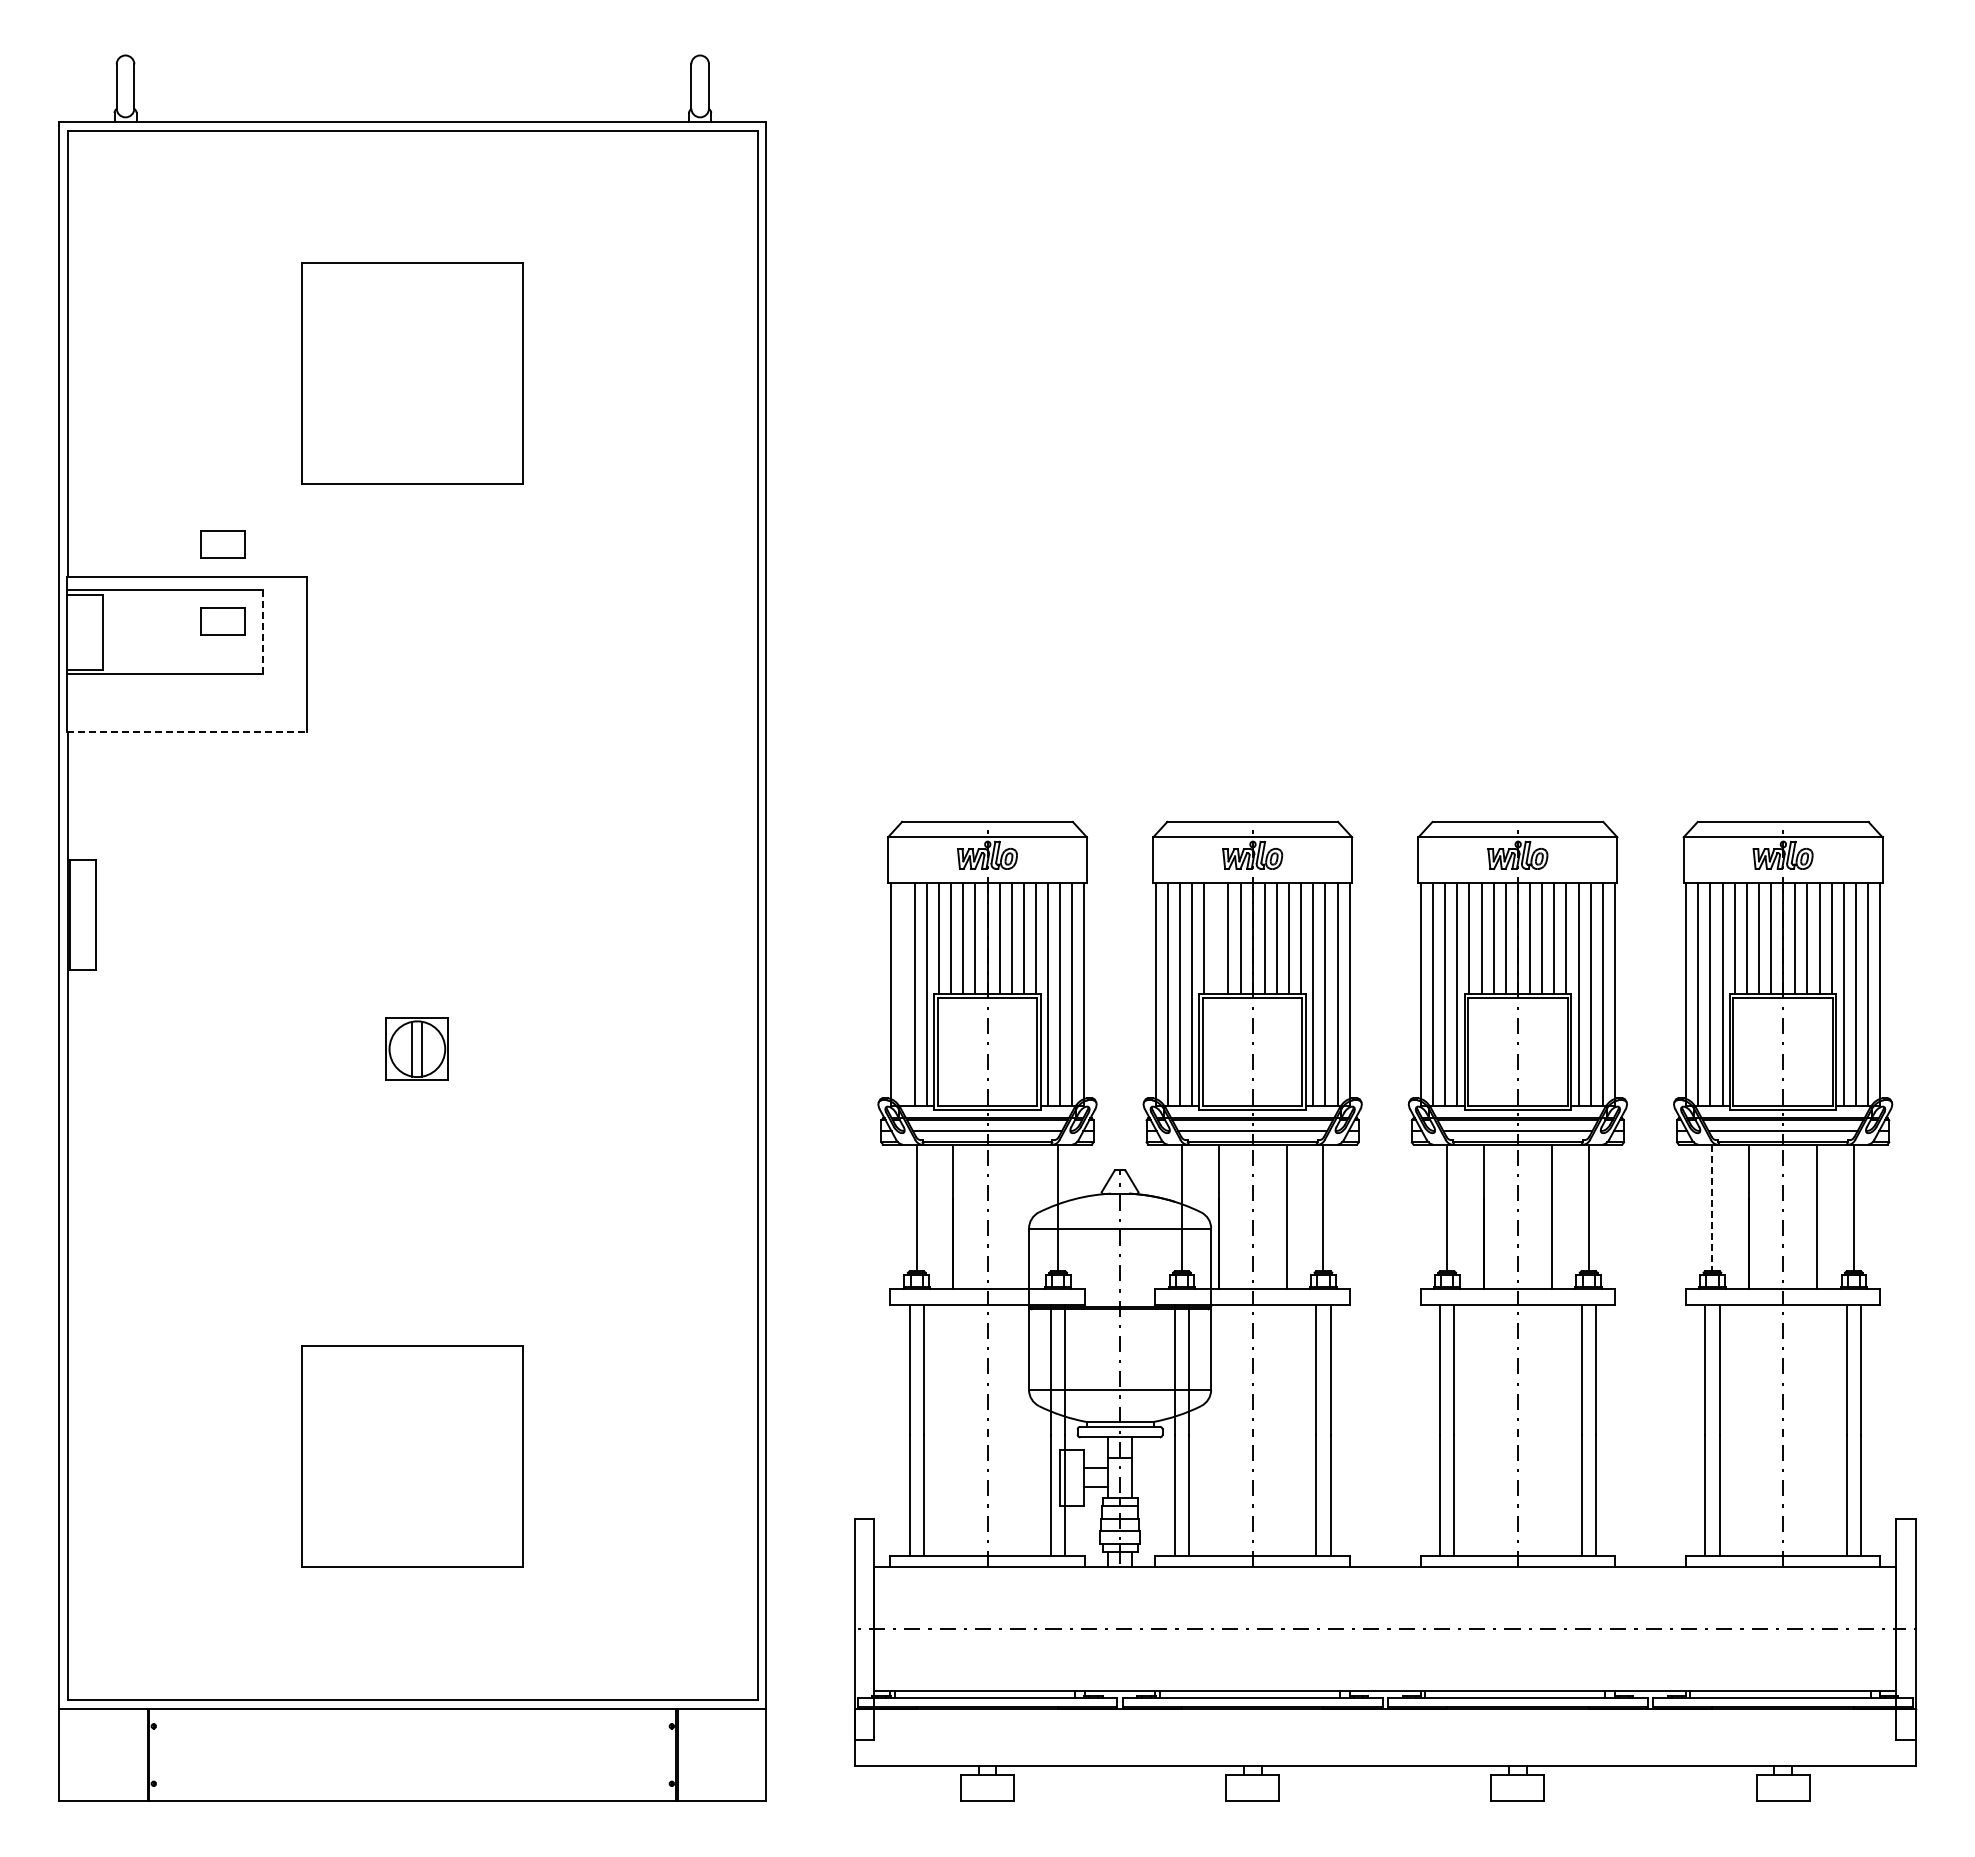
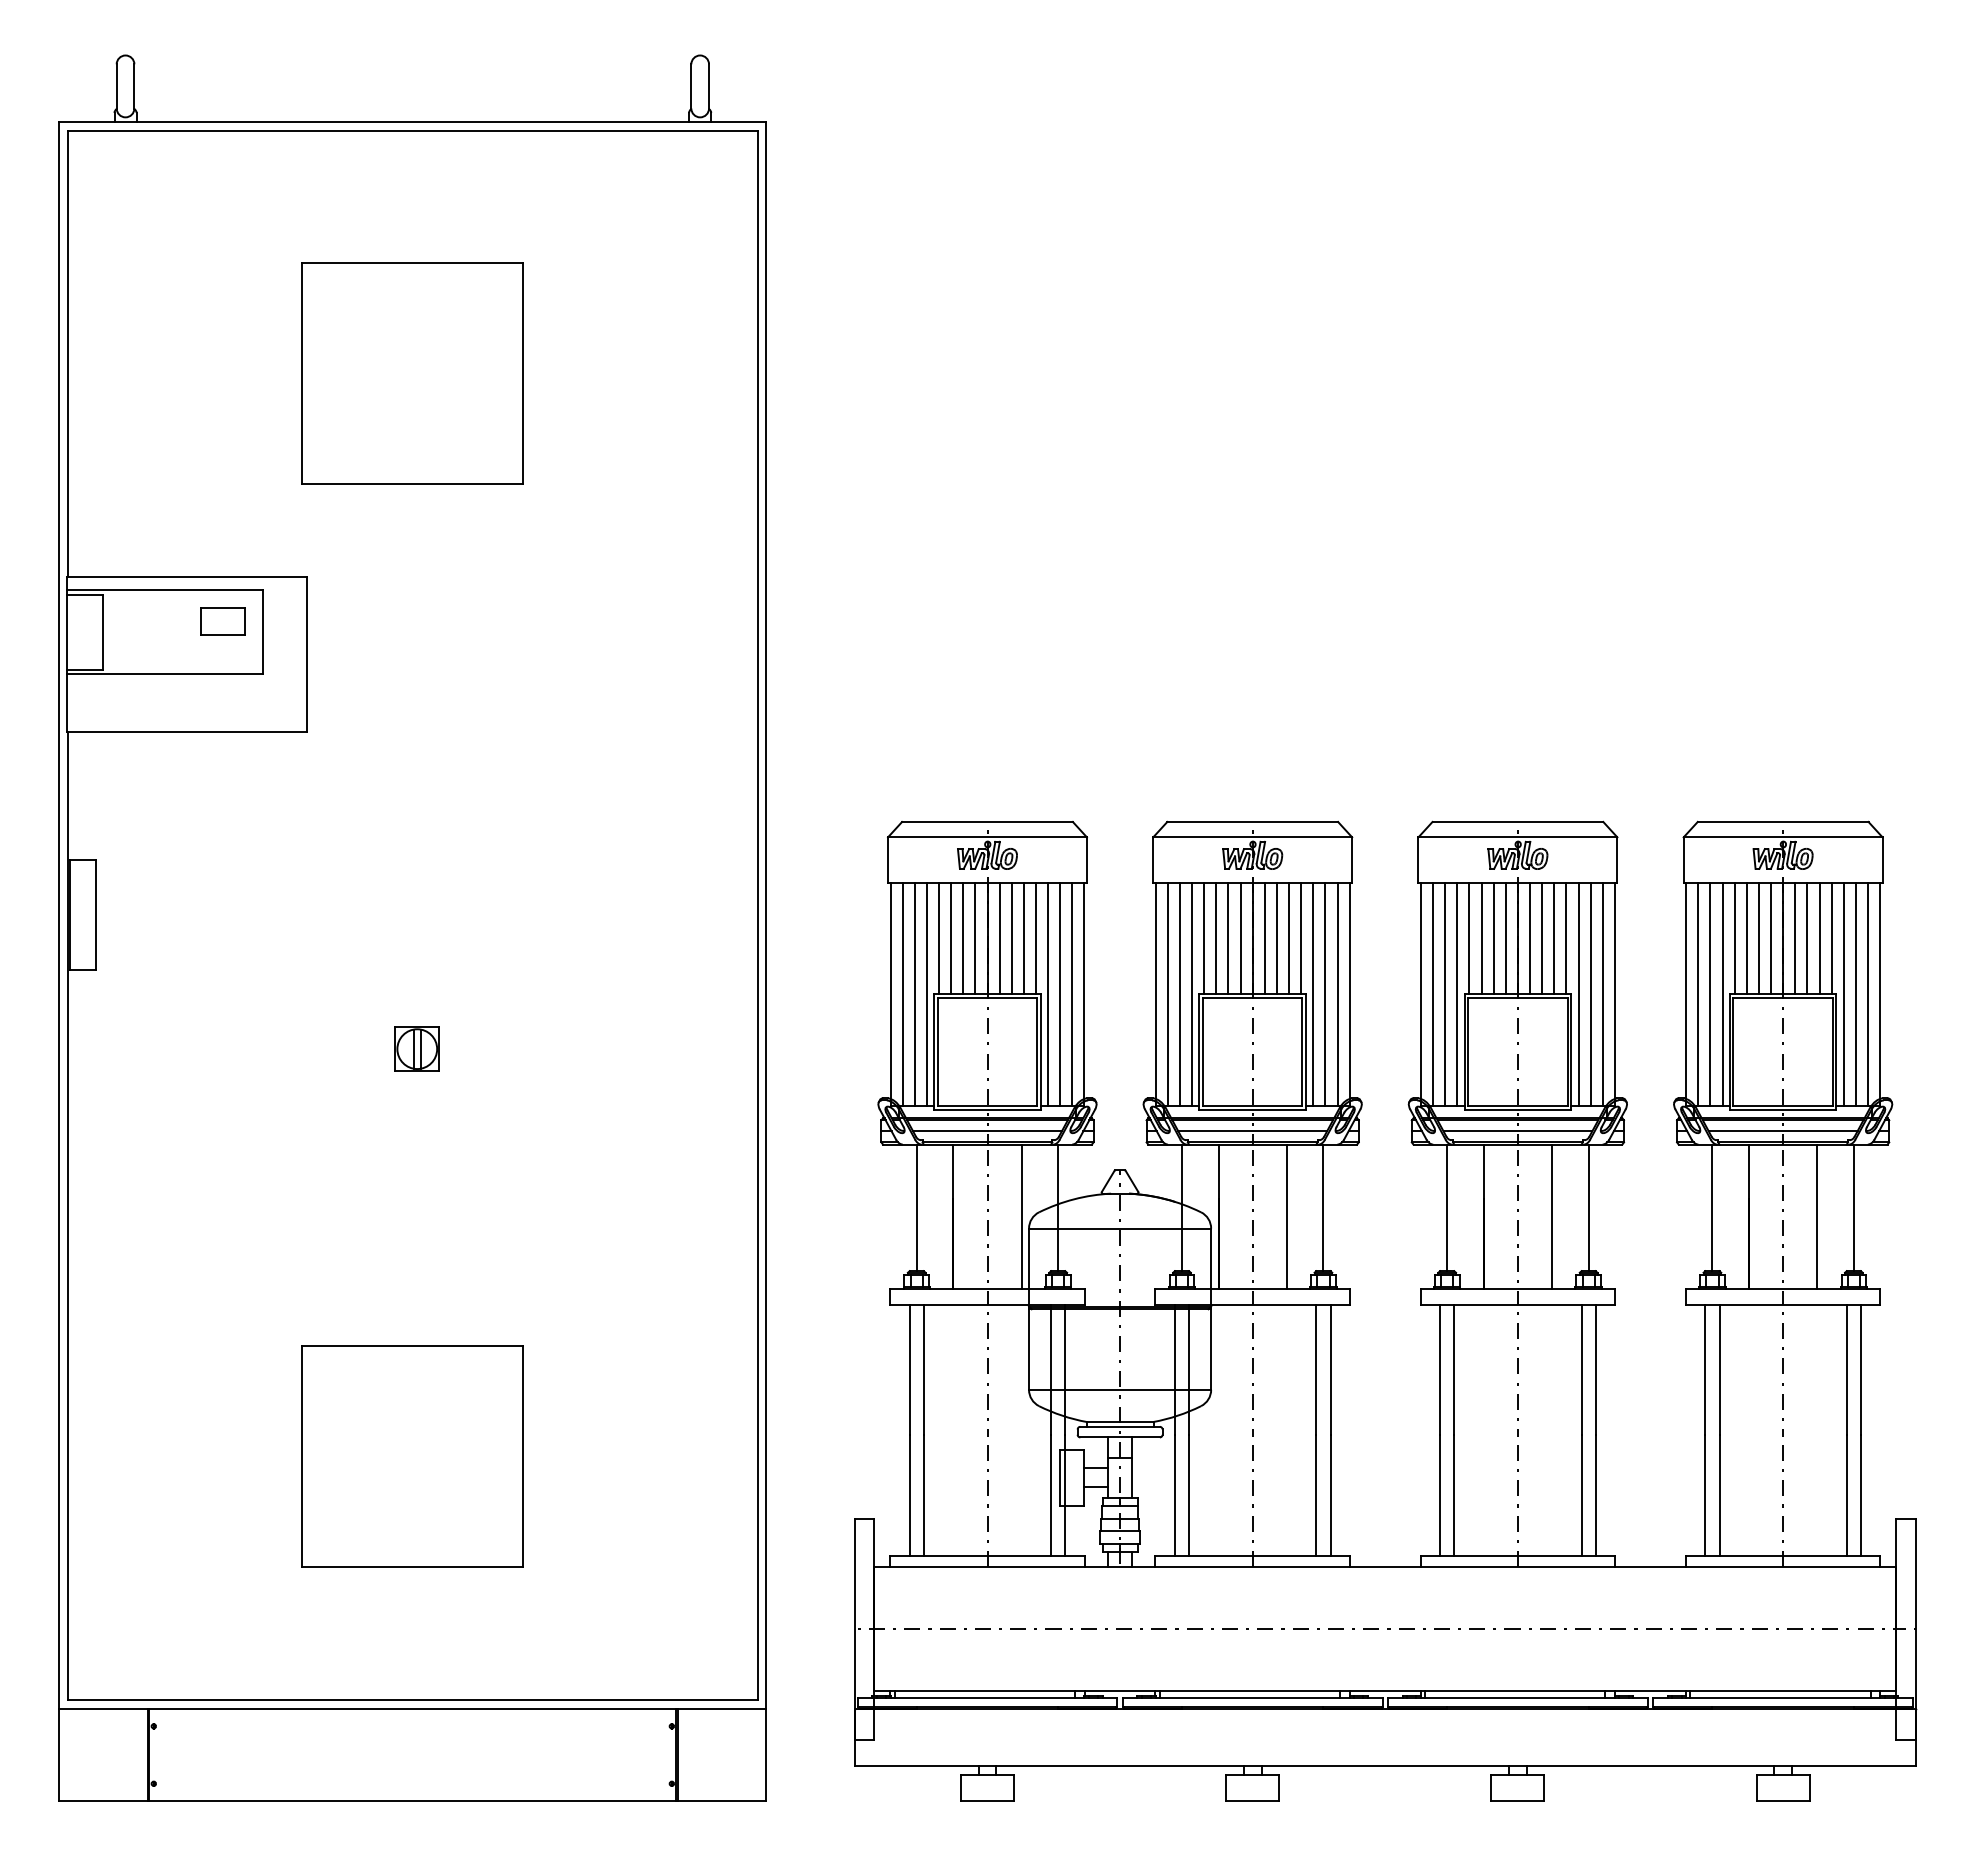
part at (222, 544): present -> none
line at (262, 632): dashed -> solid
line at (186, 731): dashed -> solid
line at (1216, 938): none -> present
line at (902, 994): none -> present
part at (416, 1048) size: 64x64 px -> 46x46 px
line at (1712, 1208): dashed -> solid
line at (1021, 1216): none -> present
